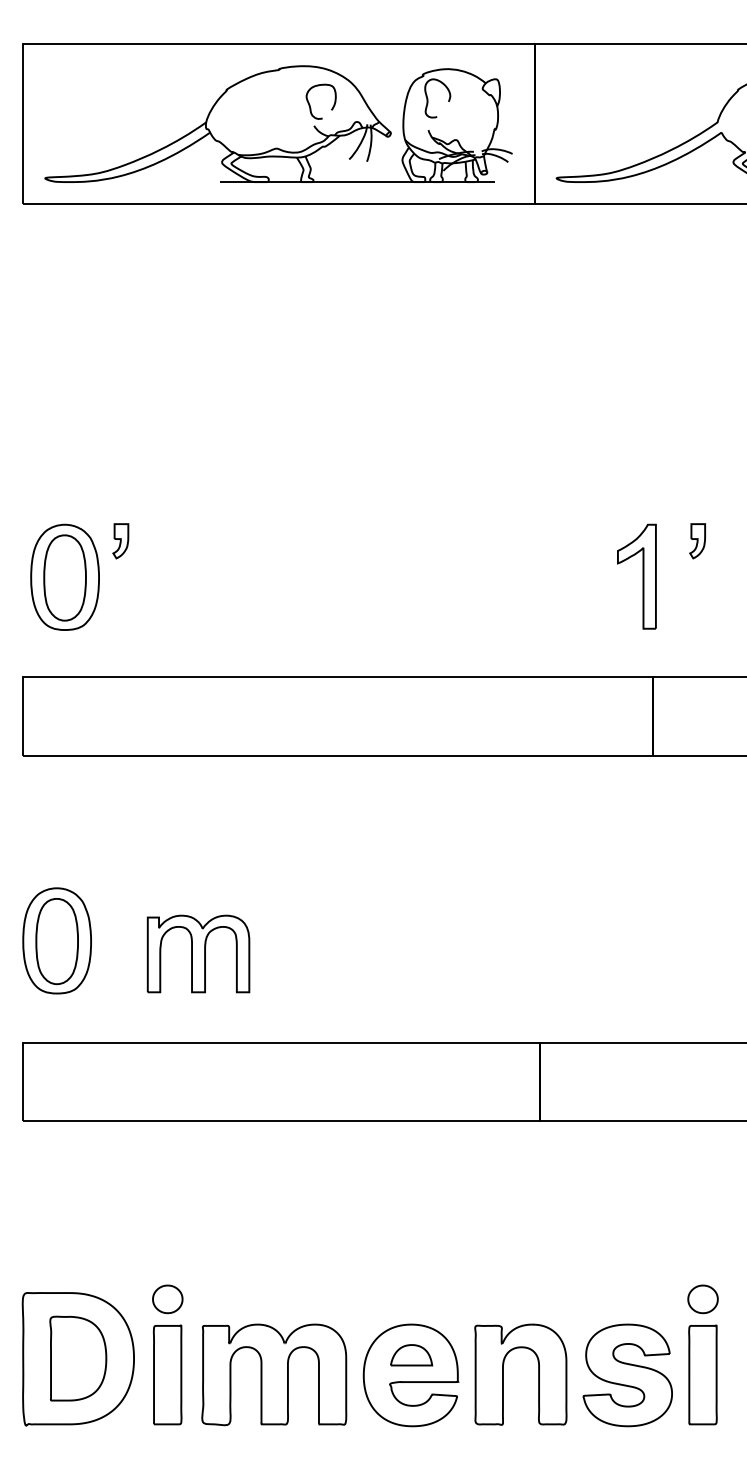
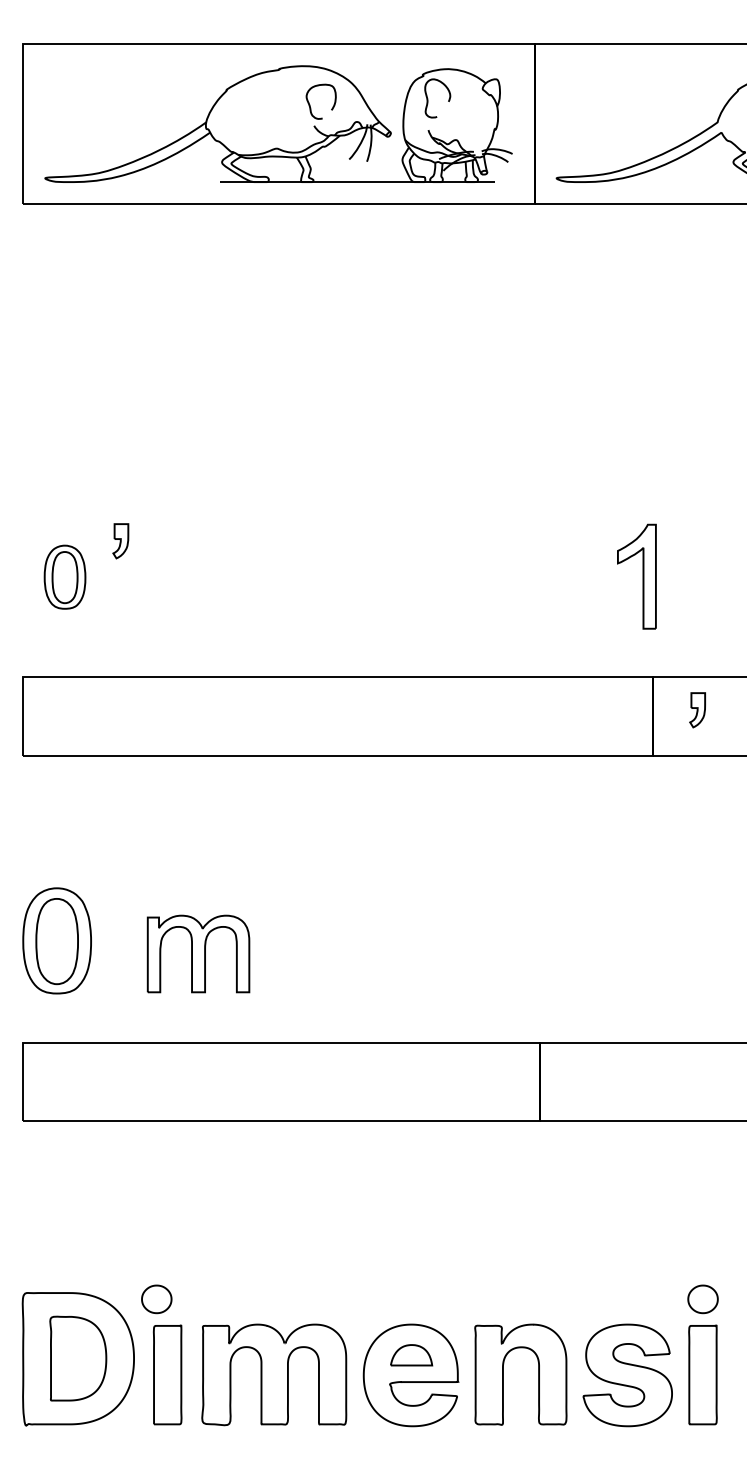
part at (697, 541) position: (697, 541) -> (697, 710)
part at (64, 576) size: 70x108 px -> 44x66 px
part at (167, 1299) position: (167, 1299) -> (156, 1299)
